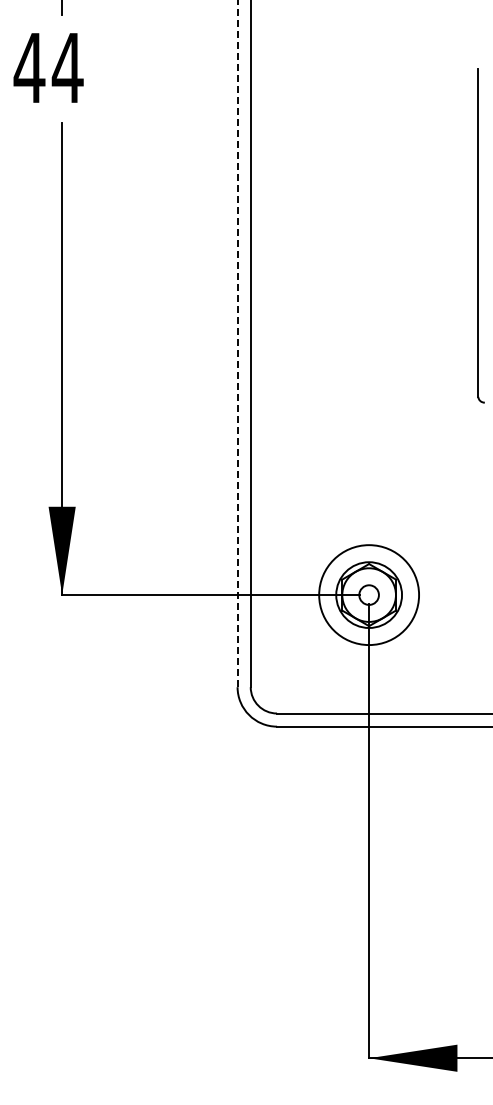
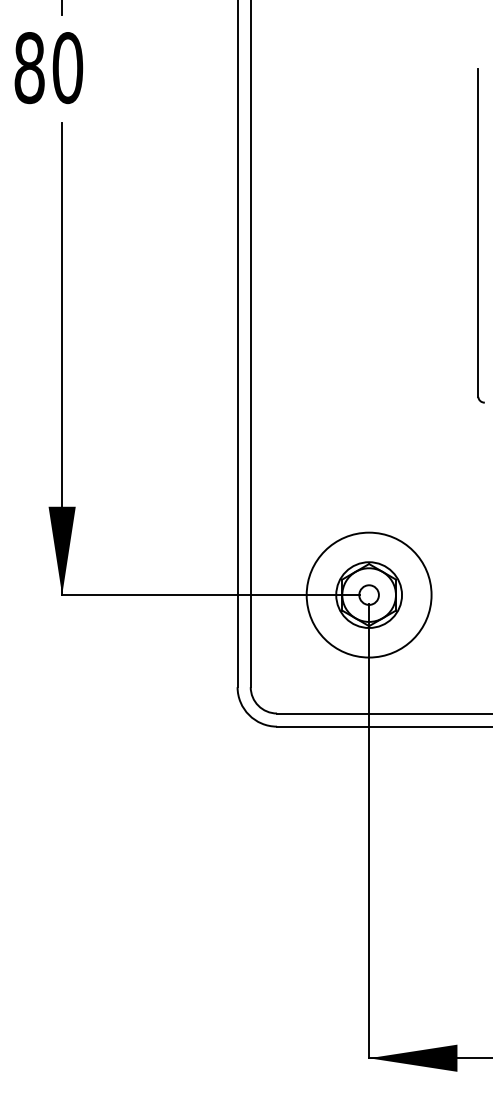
text at (48, 68): 44 -> 80
line at (237, 343): dashed -> solid
circle at (369, 595) diameter: 100 px -> 125 px
